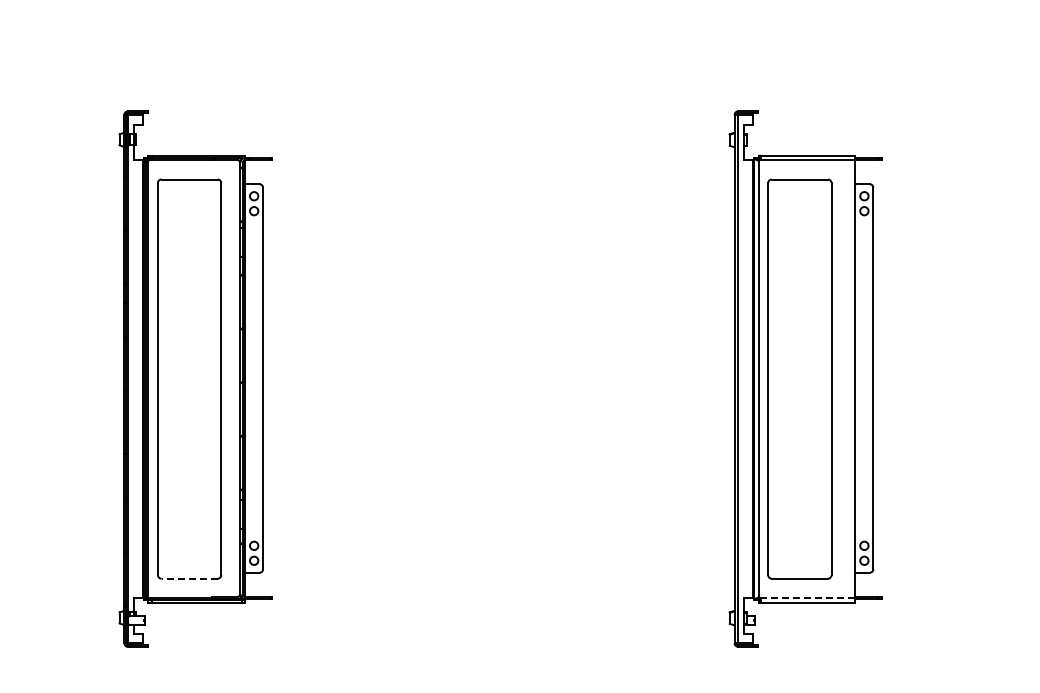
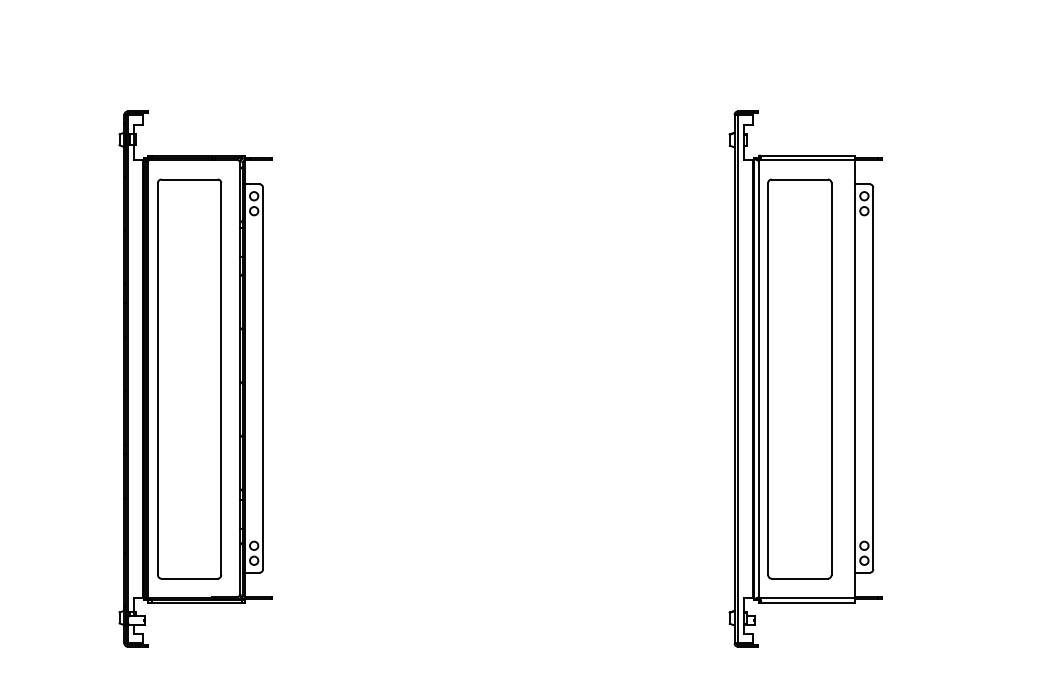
line at (189, 578): dashed -> solid
line at (806, 597): dashed -> solid
